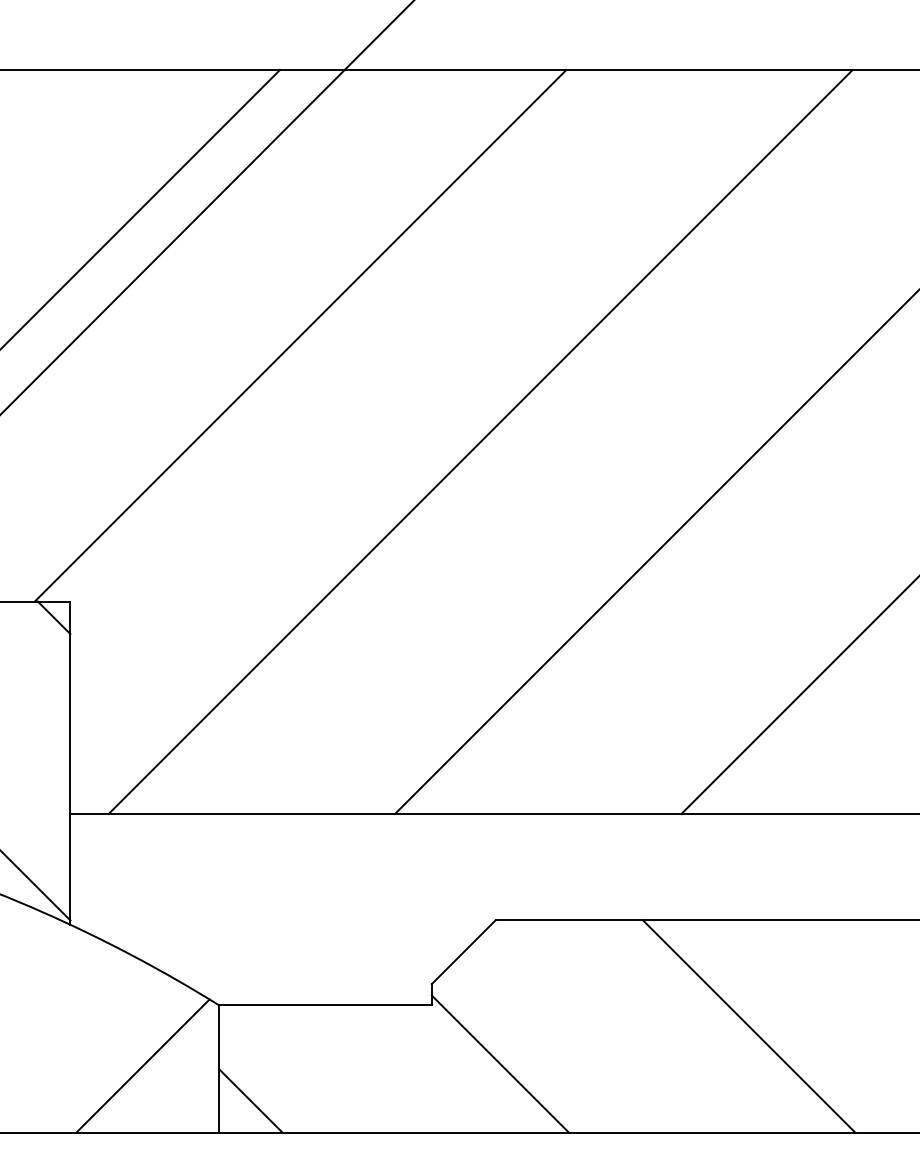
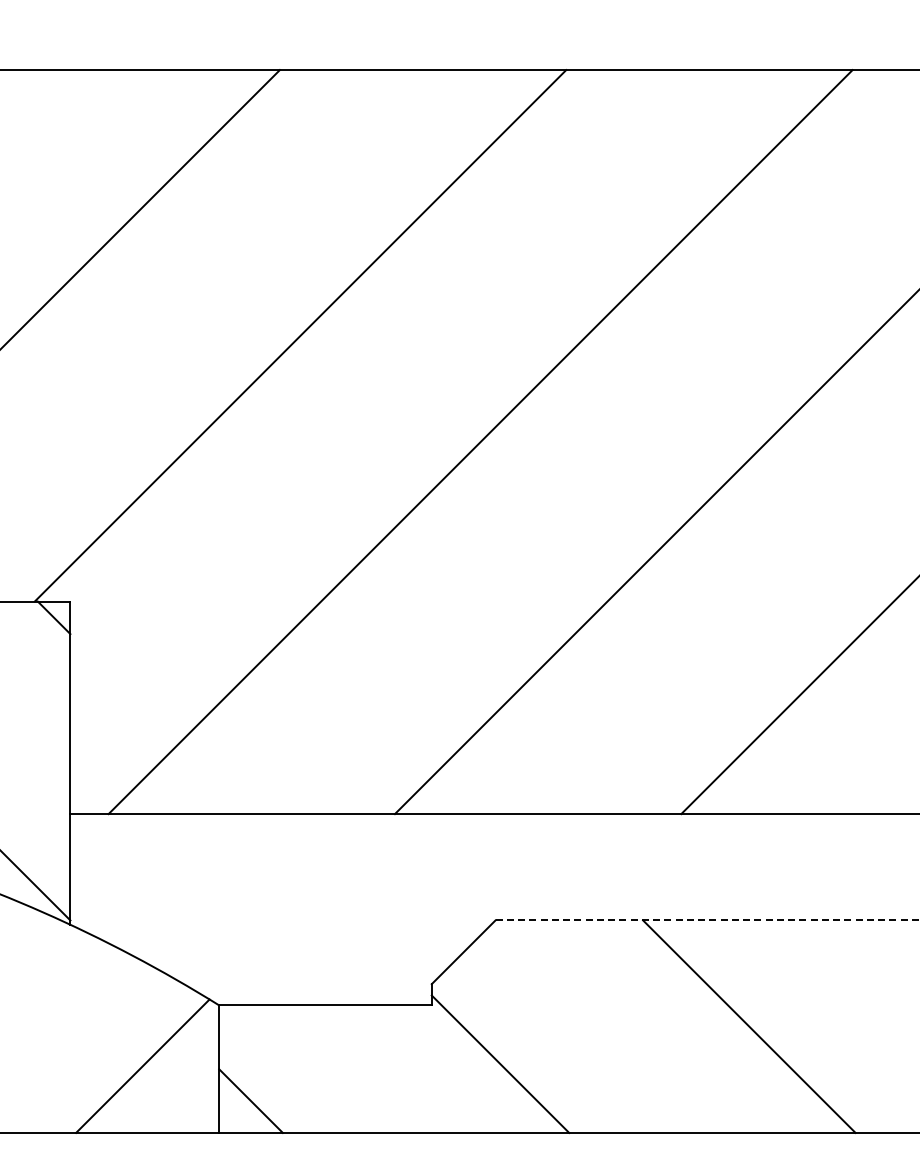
line at (207, 207): present -> none
line at (707, 920): solid -> dashed
